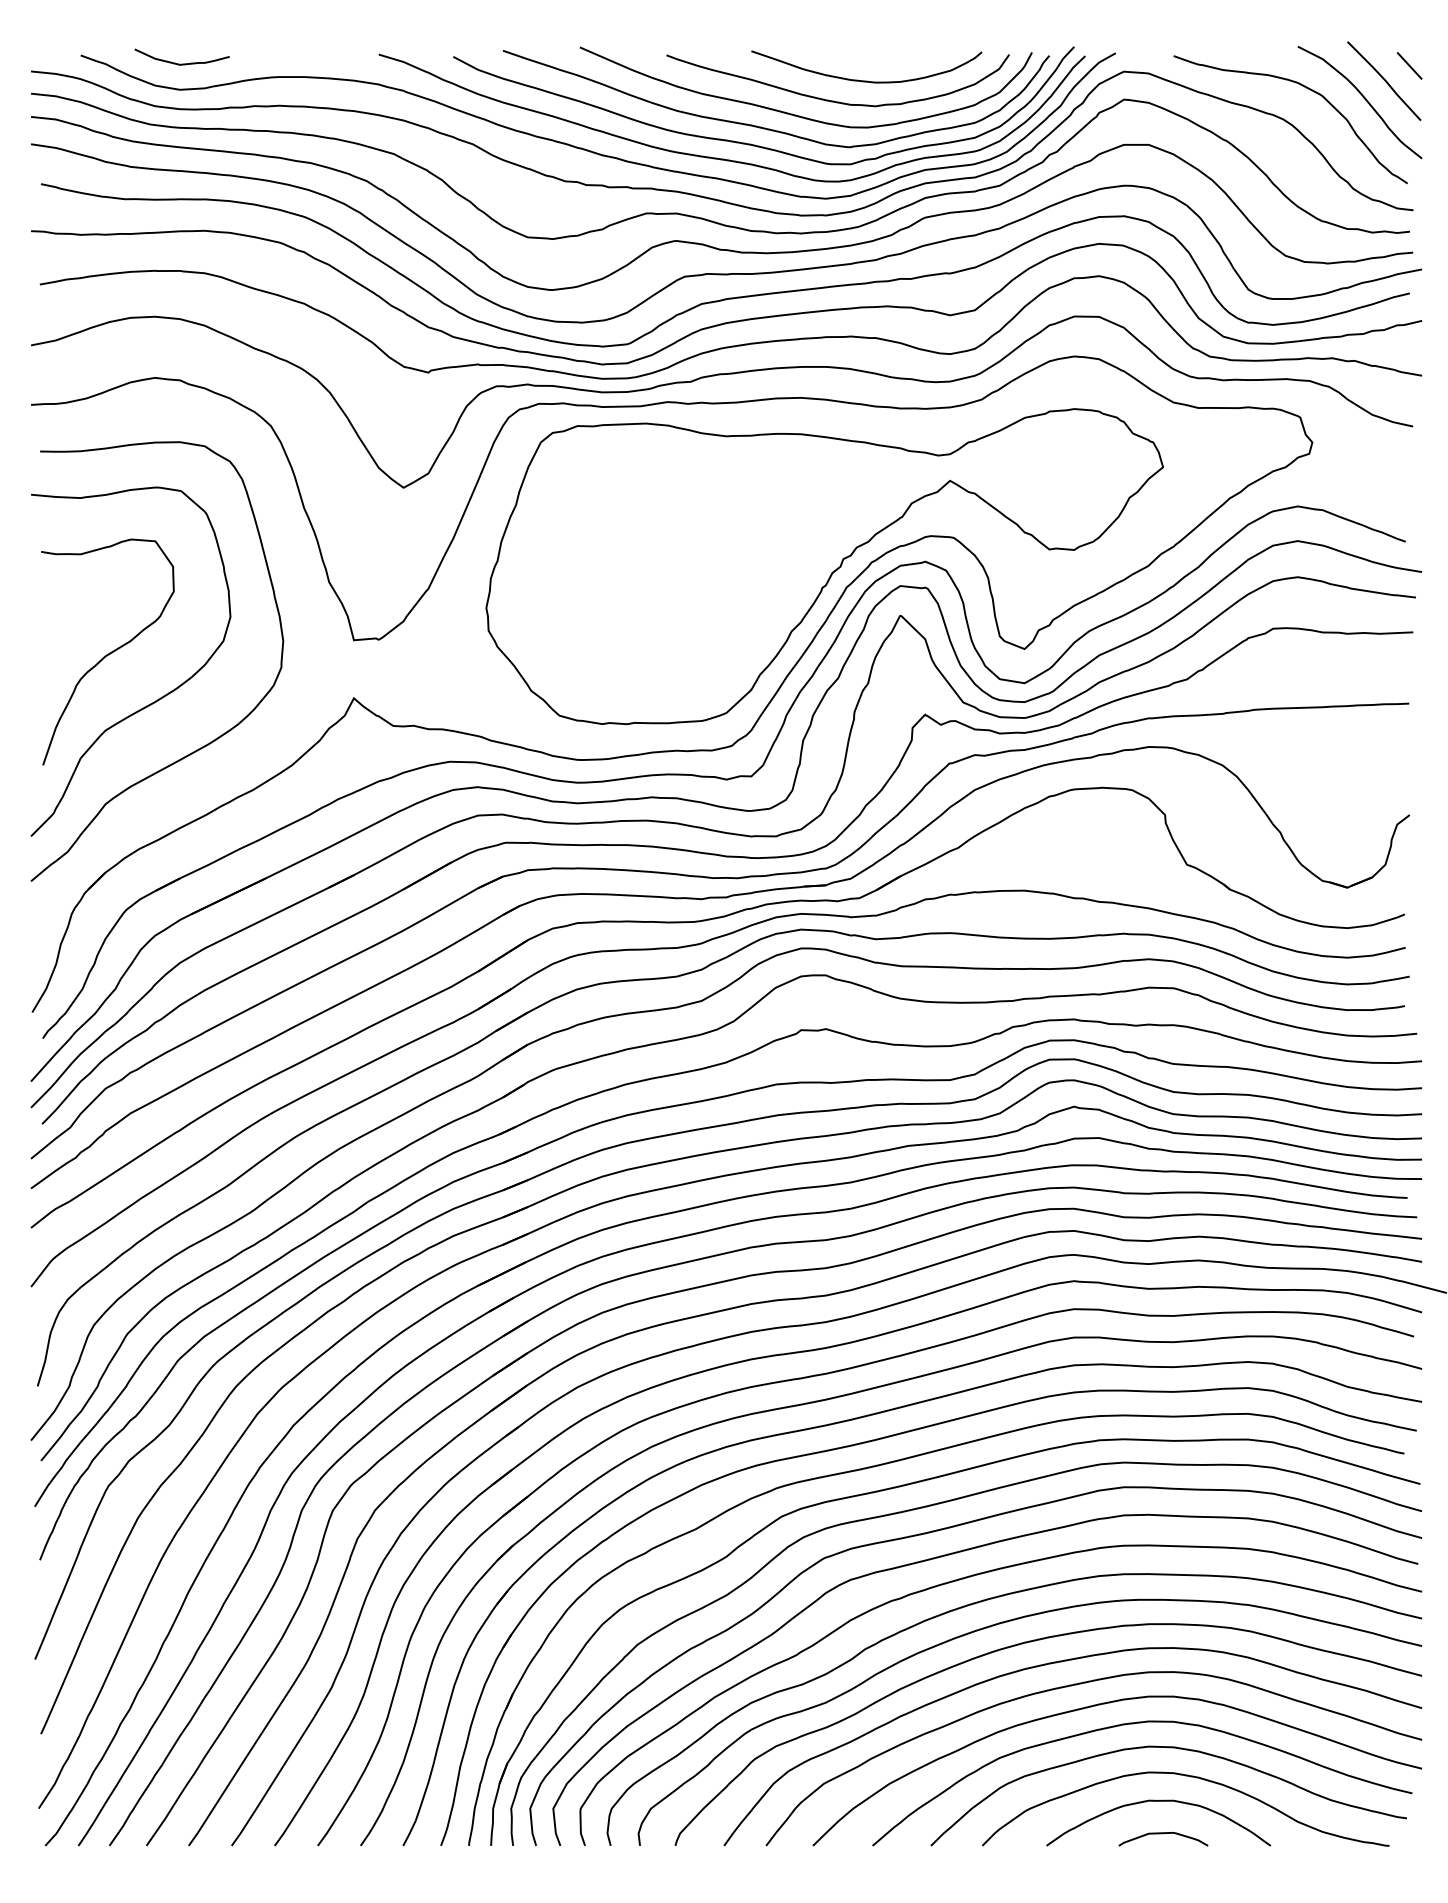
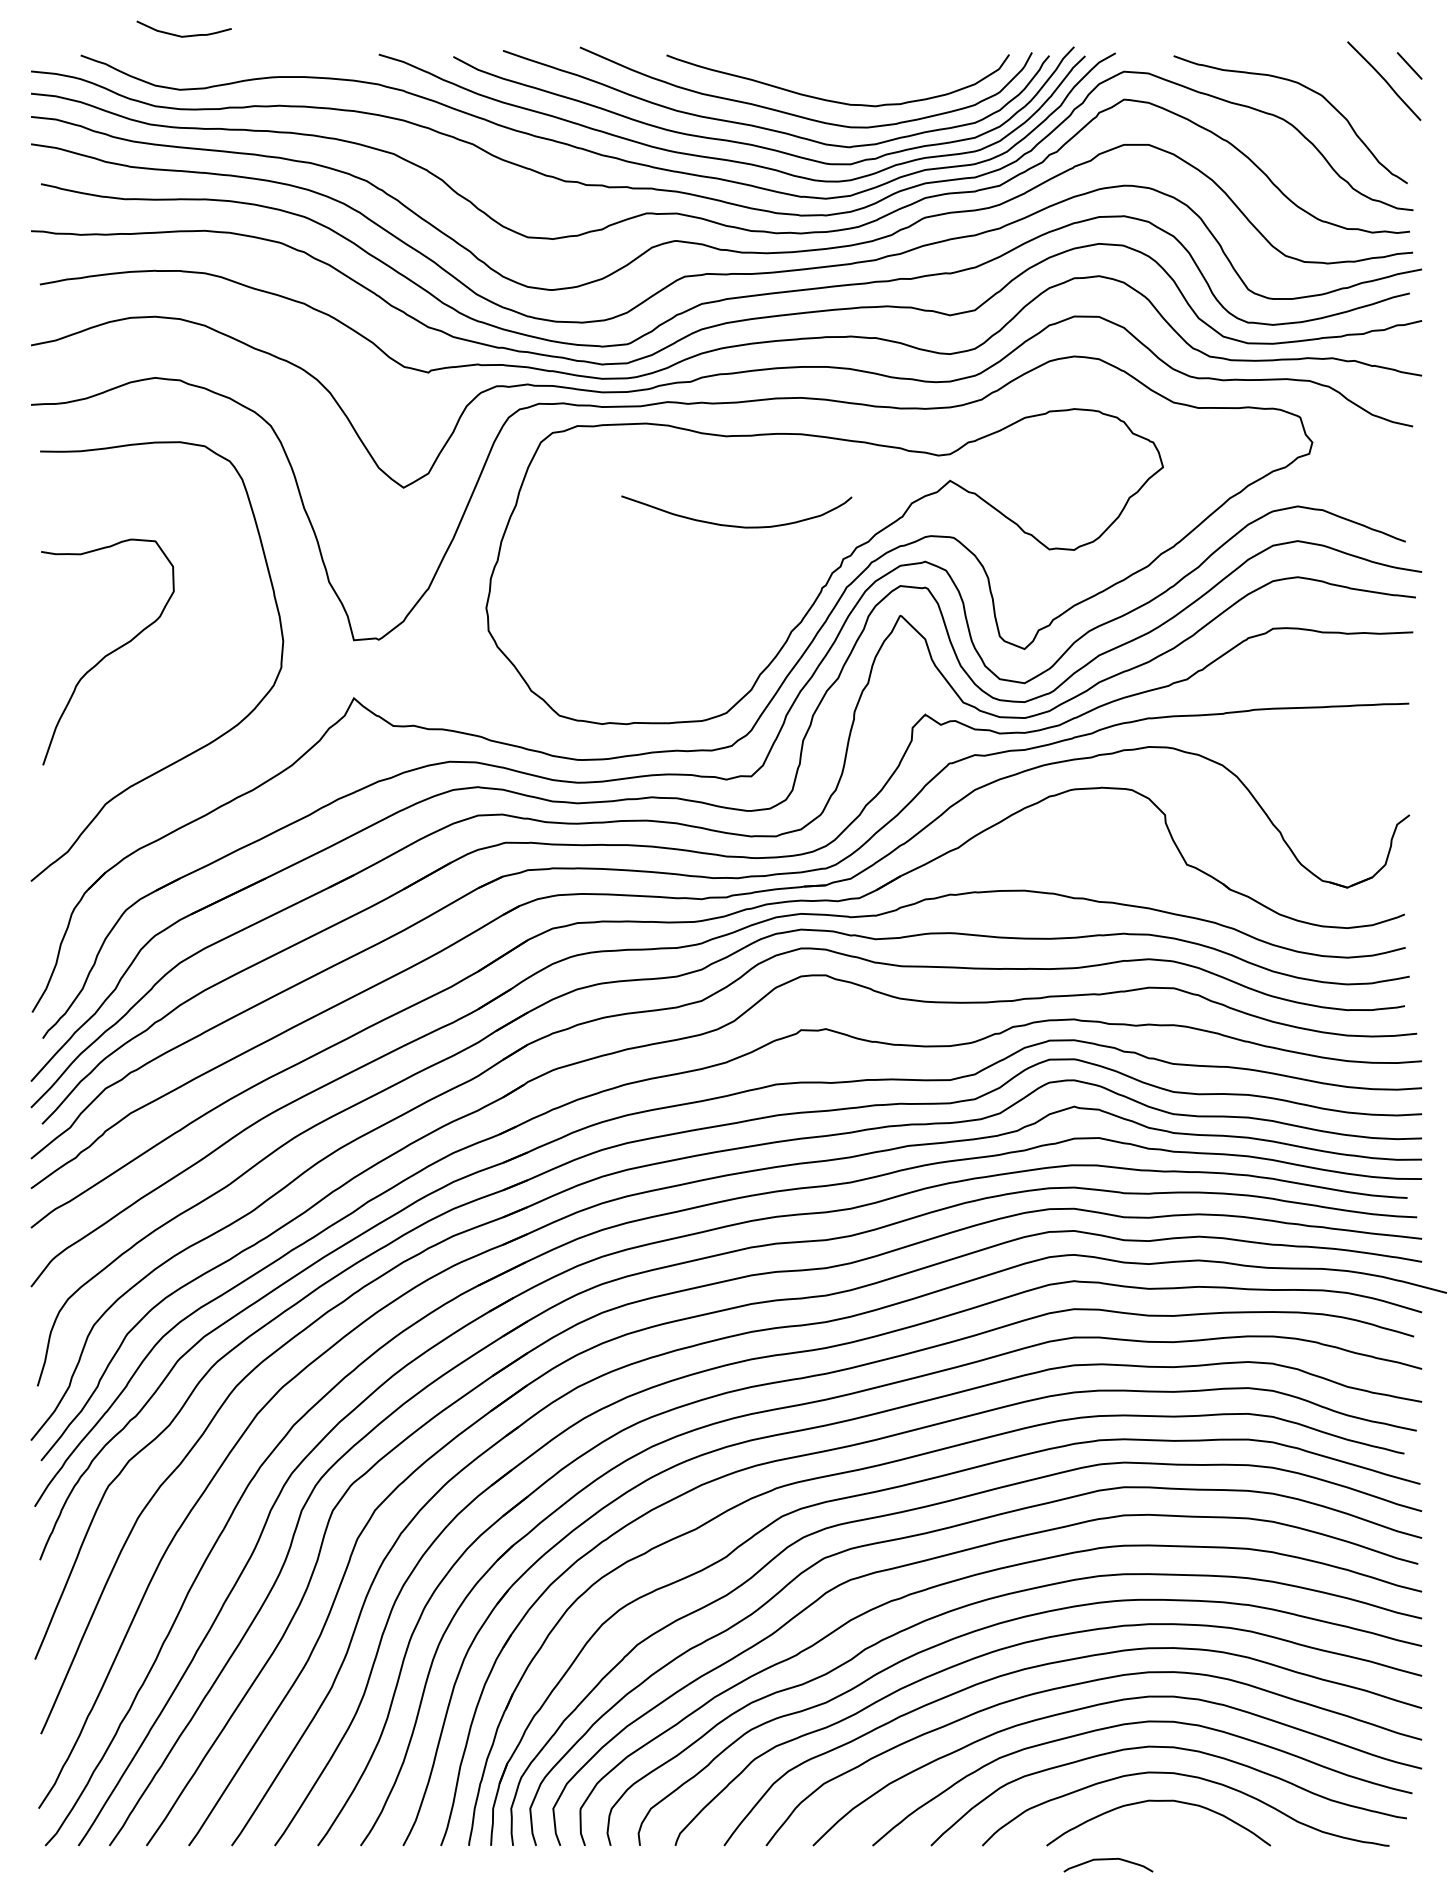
curve at (181, 63) position: (181, 63) -> (183, 35)
curve at (866, 80) position: (866, 80) -> (736, 525)
curve at (1363, 98): present -> none
curve at (153, 701): present -> none
curve at (1163, 1834) position: (1163, 1834) -> (1108, 1860)
